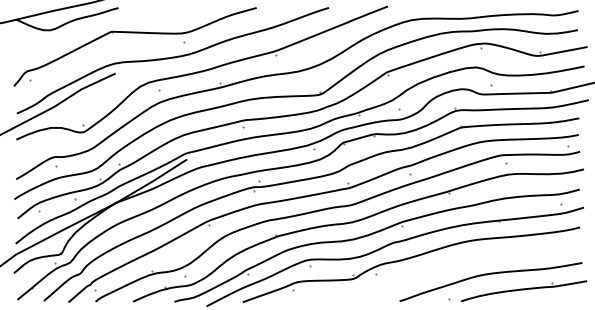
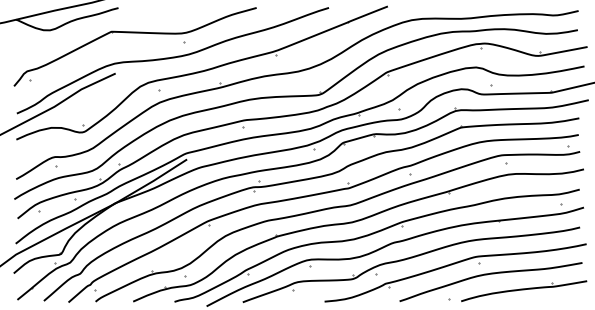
part at (455, 264): none -> present
